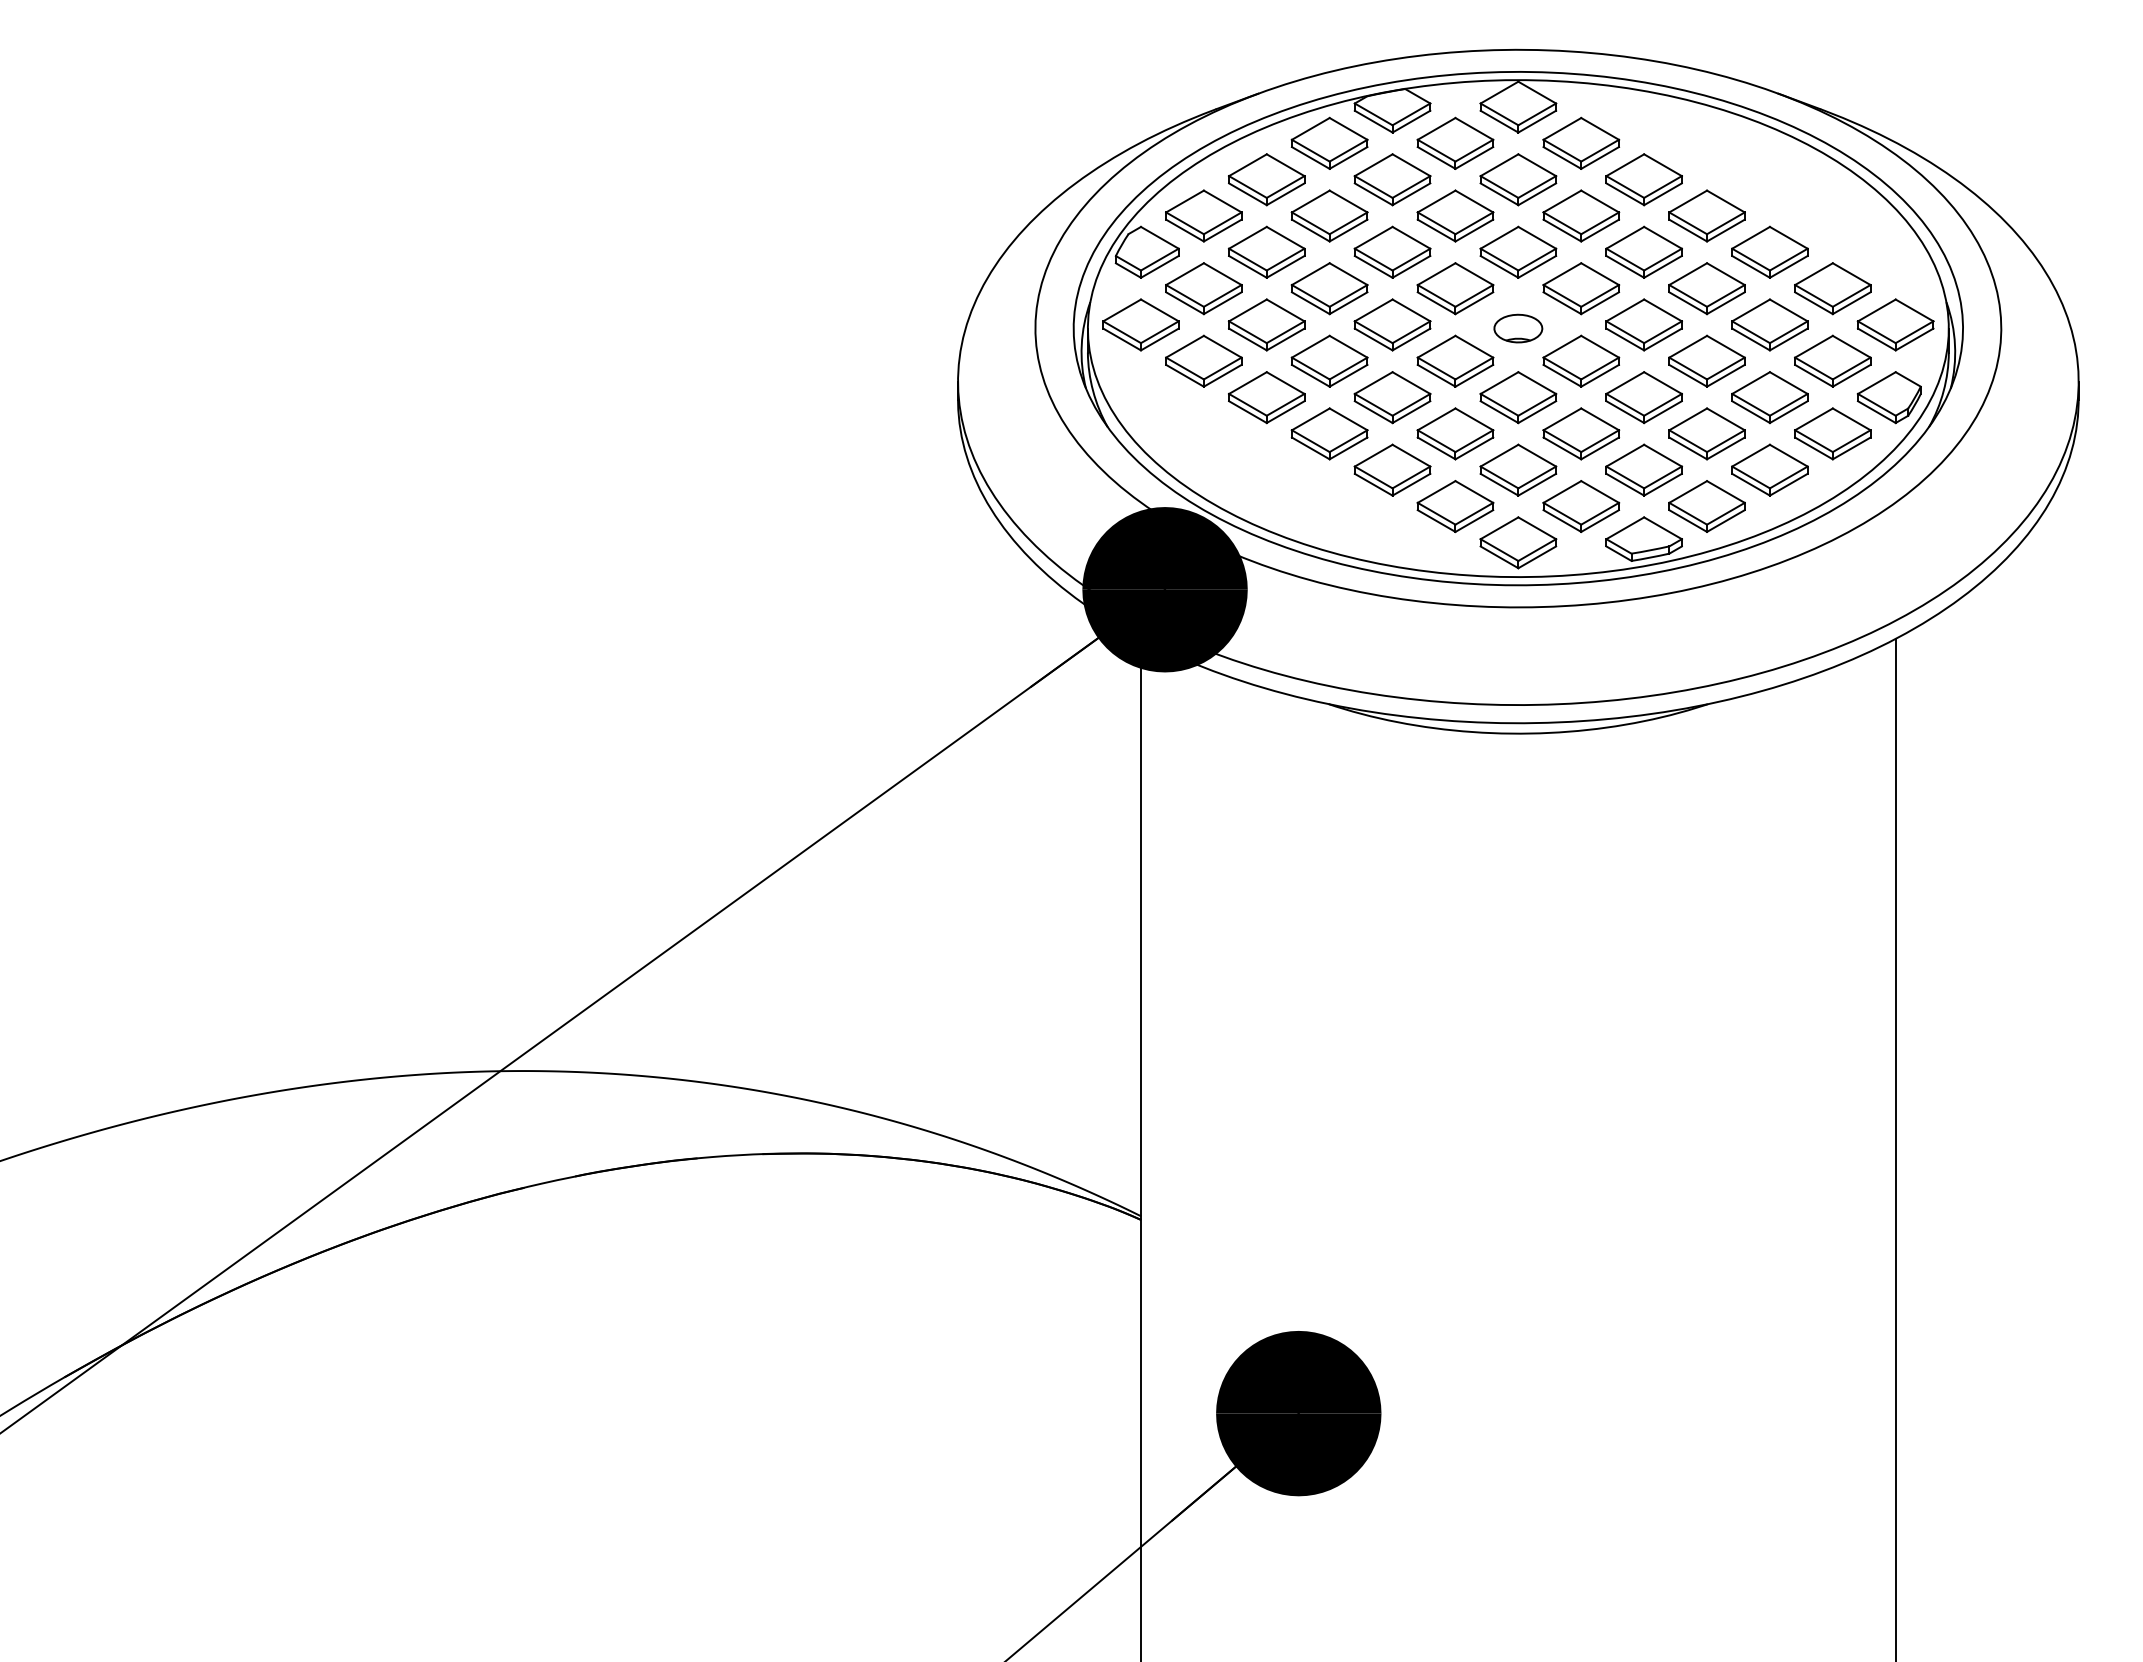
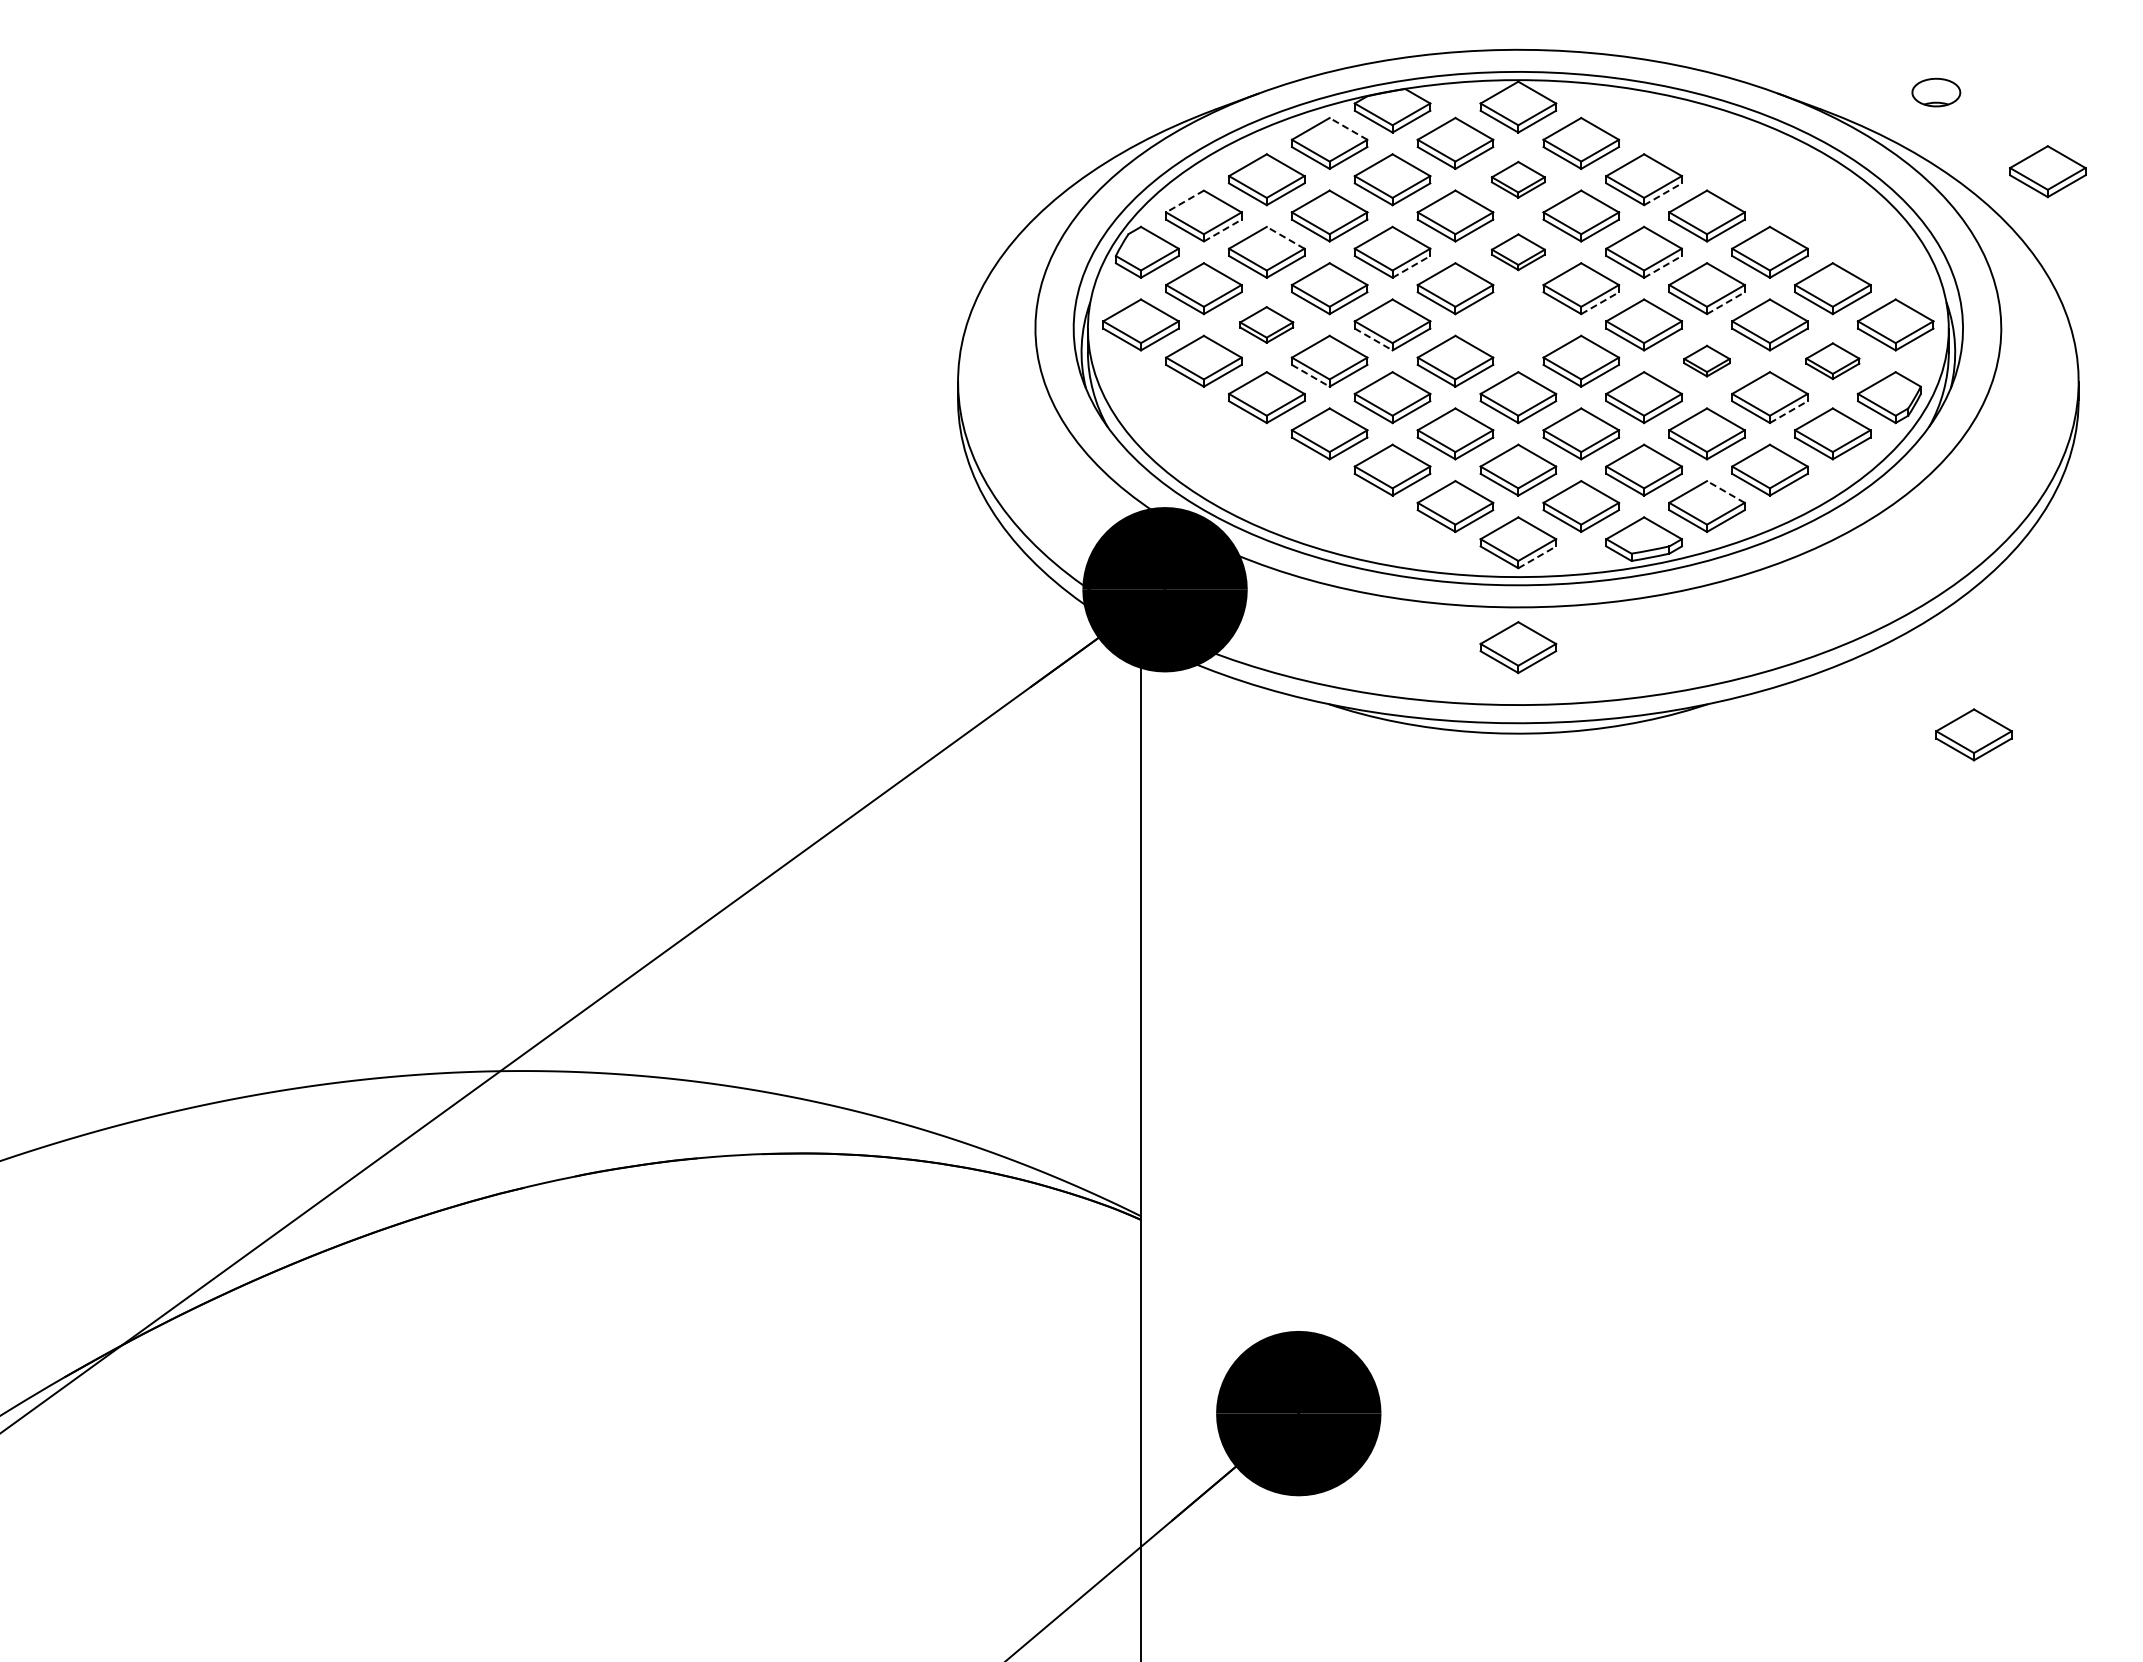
line at (1348, 128): solid -> dashed
part at (2047, 171): none -> present
part at (1518, 179) size: 79x54 px -> 56x39 px
line at (1663, 194): solid -> dashed
line at (1185, 201): solid -> dashed
line at (1222, 230): solid -> dashed
line at (1285, 237): solid -> dashed
part at (1518, 251) size: 79x54 px -> 56x39 px
line at (1411, 266): solid -> dashed
line at (1663, 266): solid -> dashed
line at (1600, 303): solid -> dashed
line at (1725, 303): solid -> dashed
part at (1266, 324) size: 79x54 px -> 56x38 px
part at (1518, 328) position: (1518, 328) -> (1936, 92)
line at (1373, 339): solid -> dashed
part at (1706, 360) size: 78x54 px -> 48x34 px
part at (1832, 360) size: 78x54 px -> 56x39 px
line at (1310, 375): solid -> dashed
line at (1788, 412): solid -> dashed
line at (1725, 492): solid -> dashed
line at (1537, 557): solid -> dashed
part at (1518, 647): none -> present
part at (1973, 734): none -> present
line at (1895, 1148): present -> none
